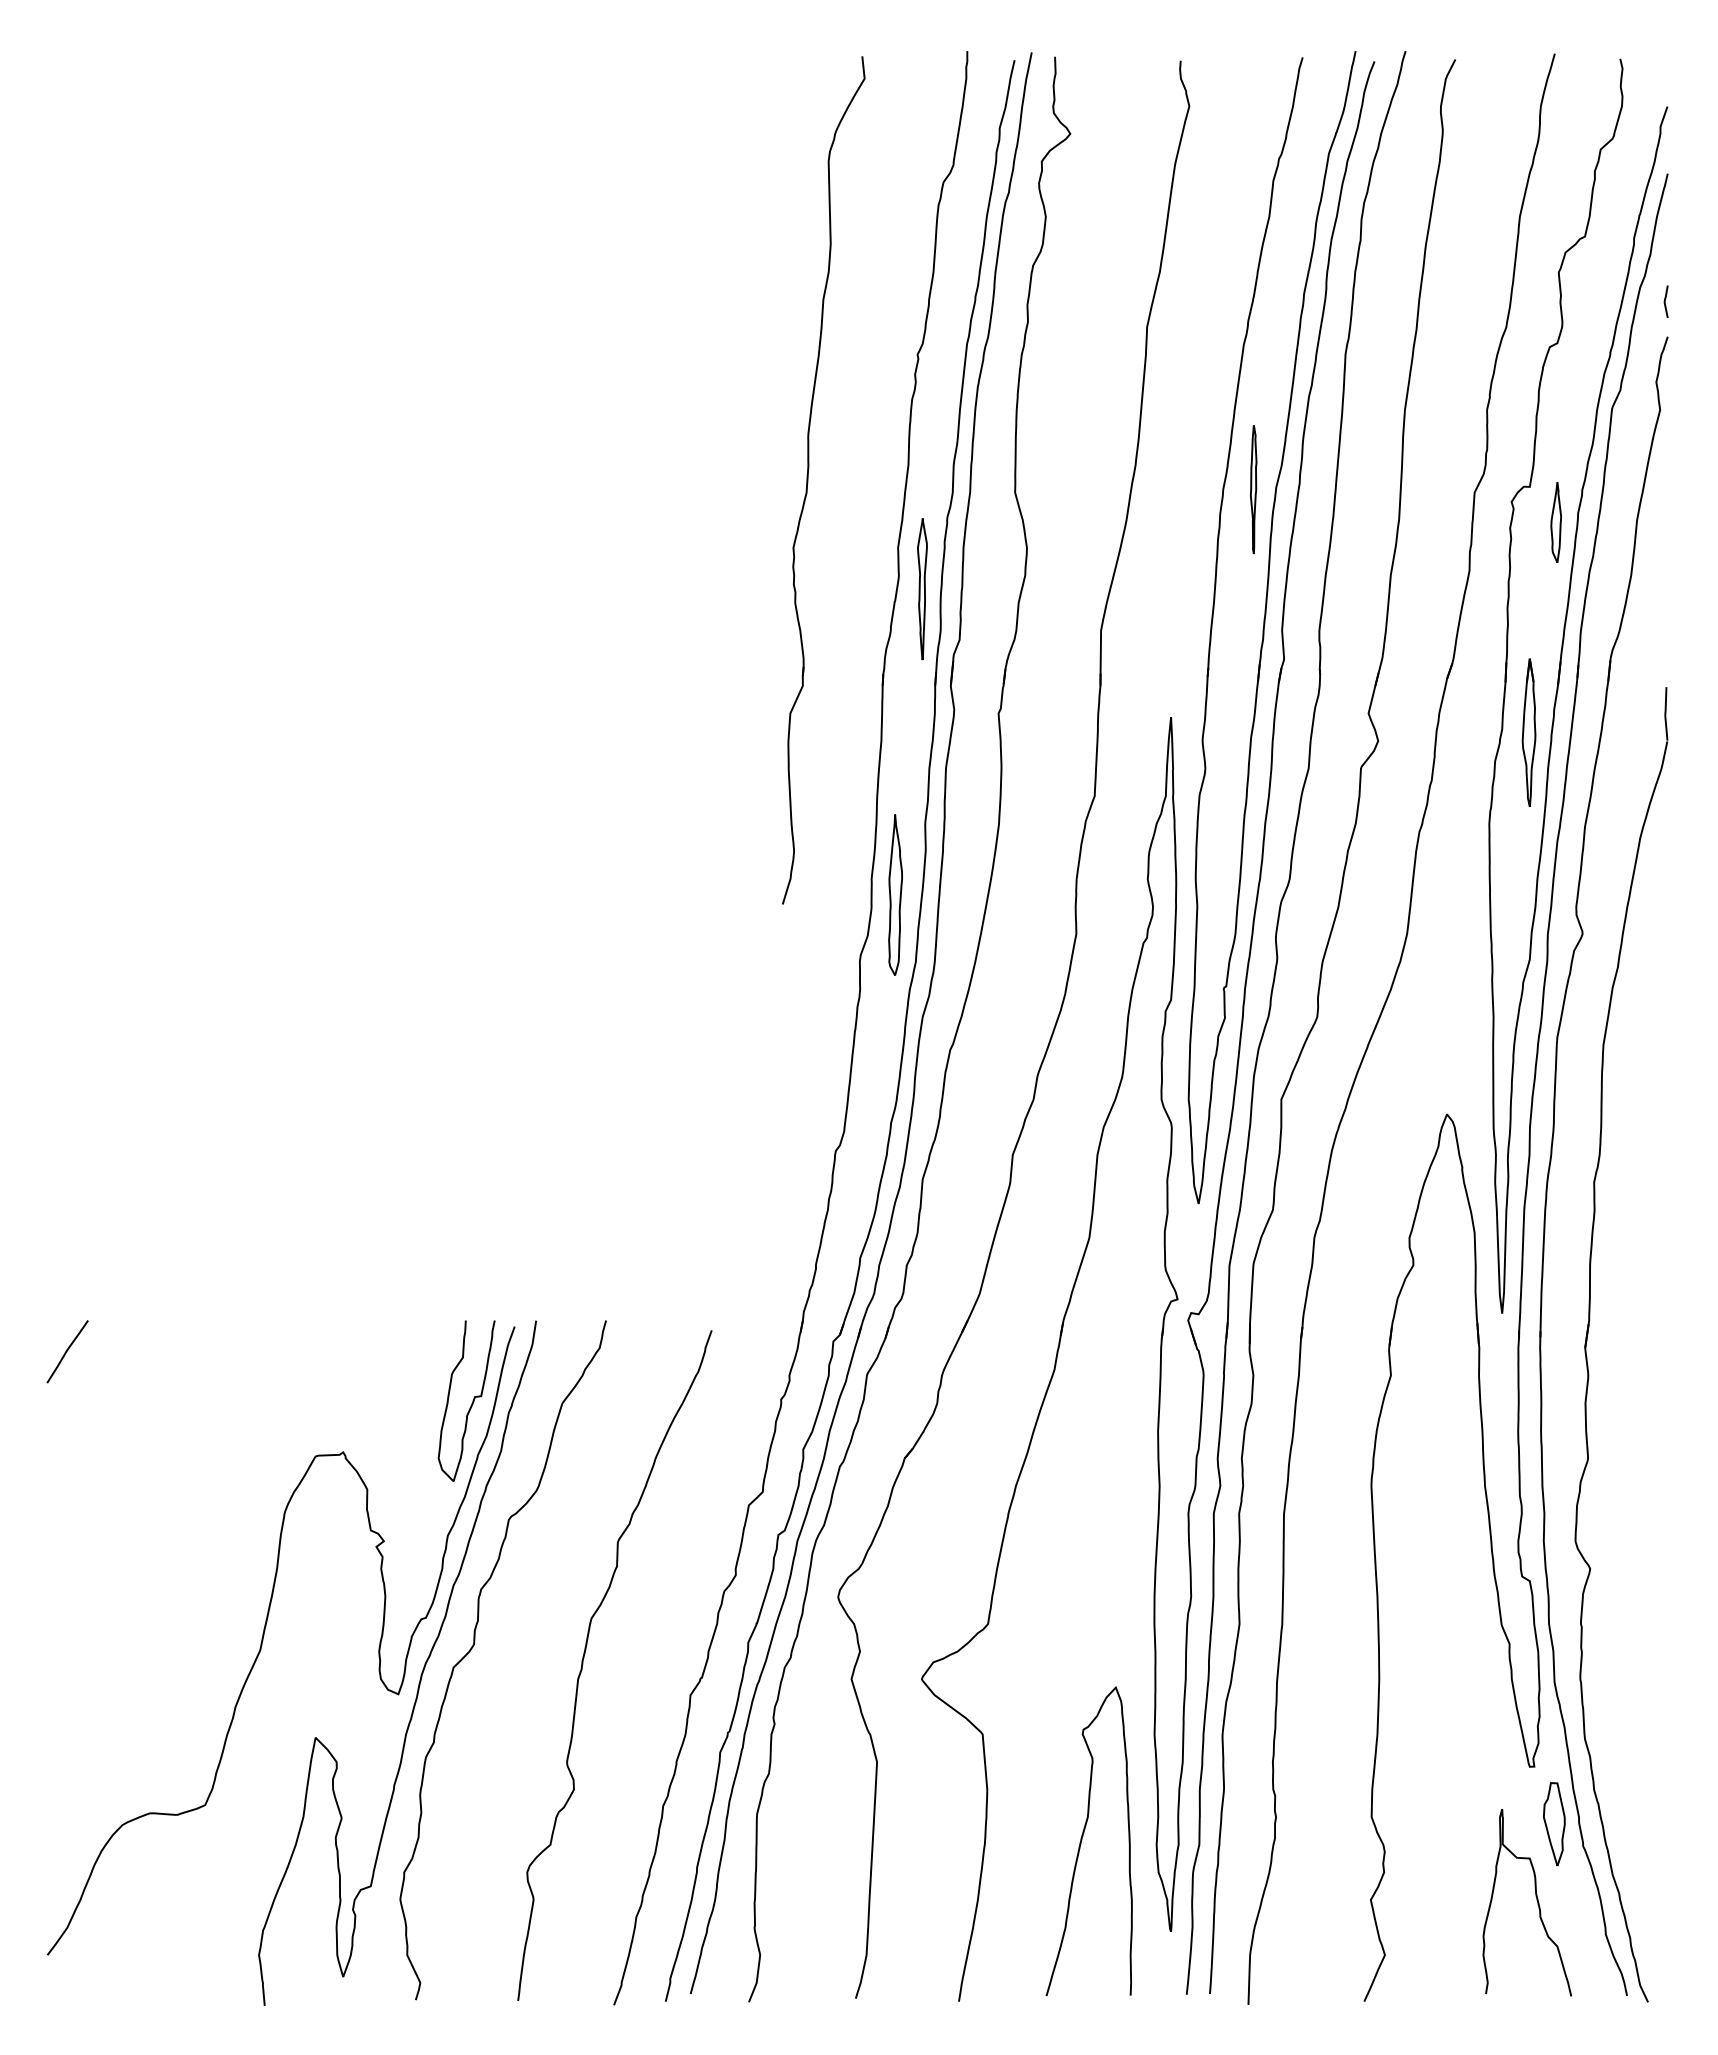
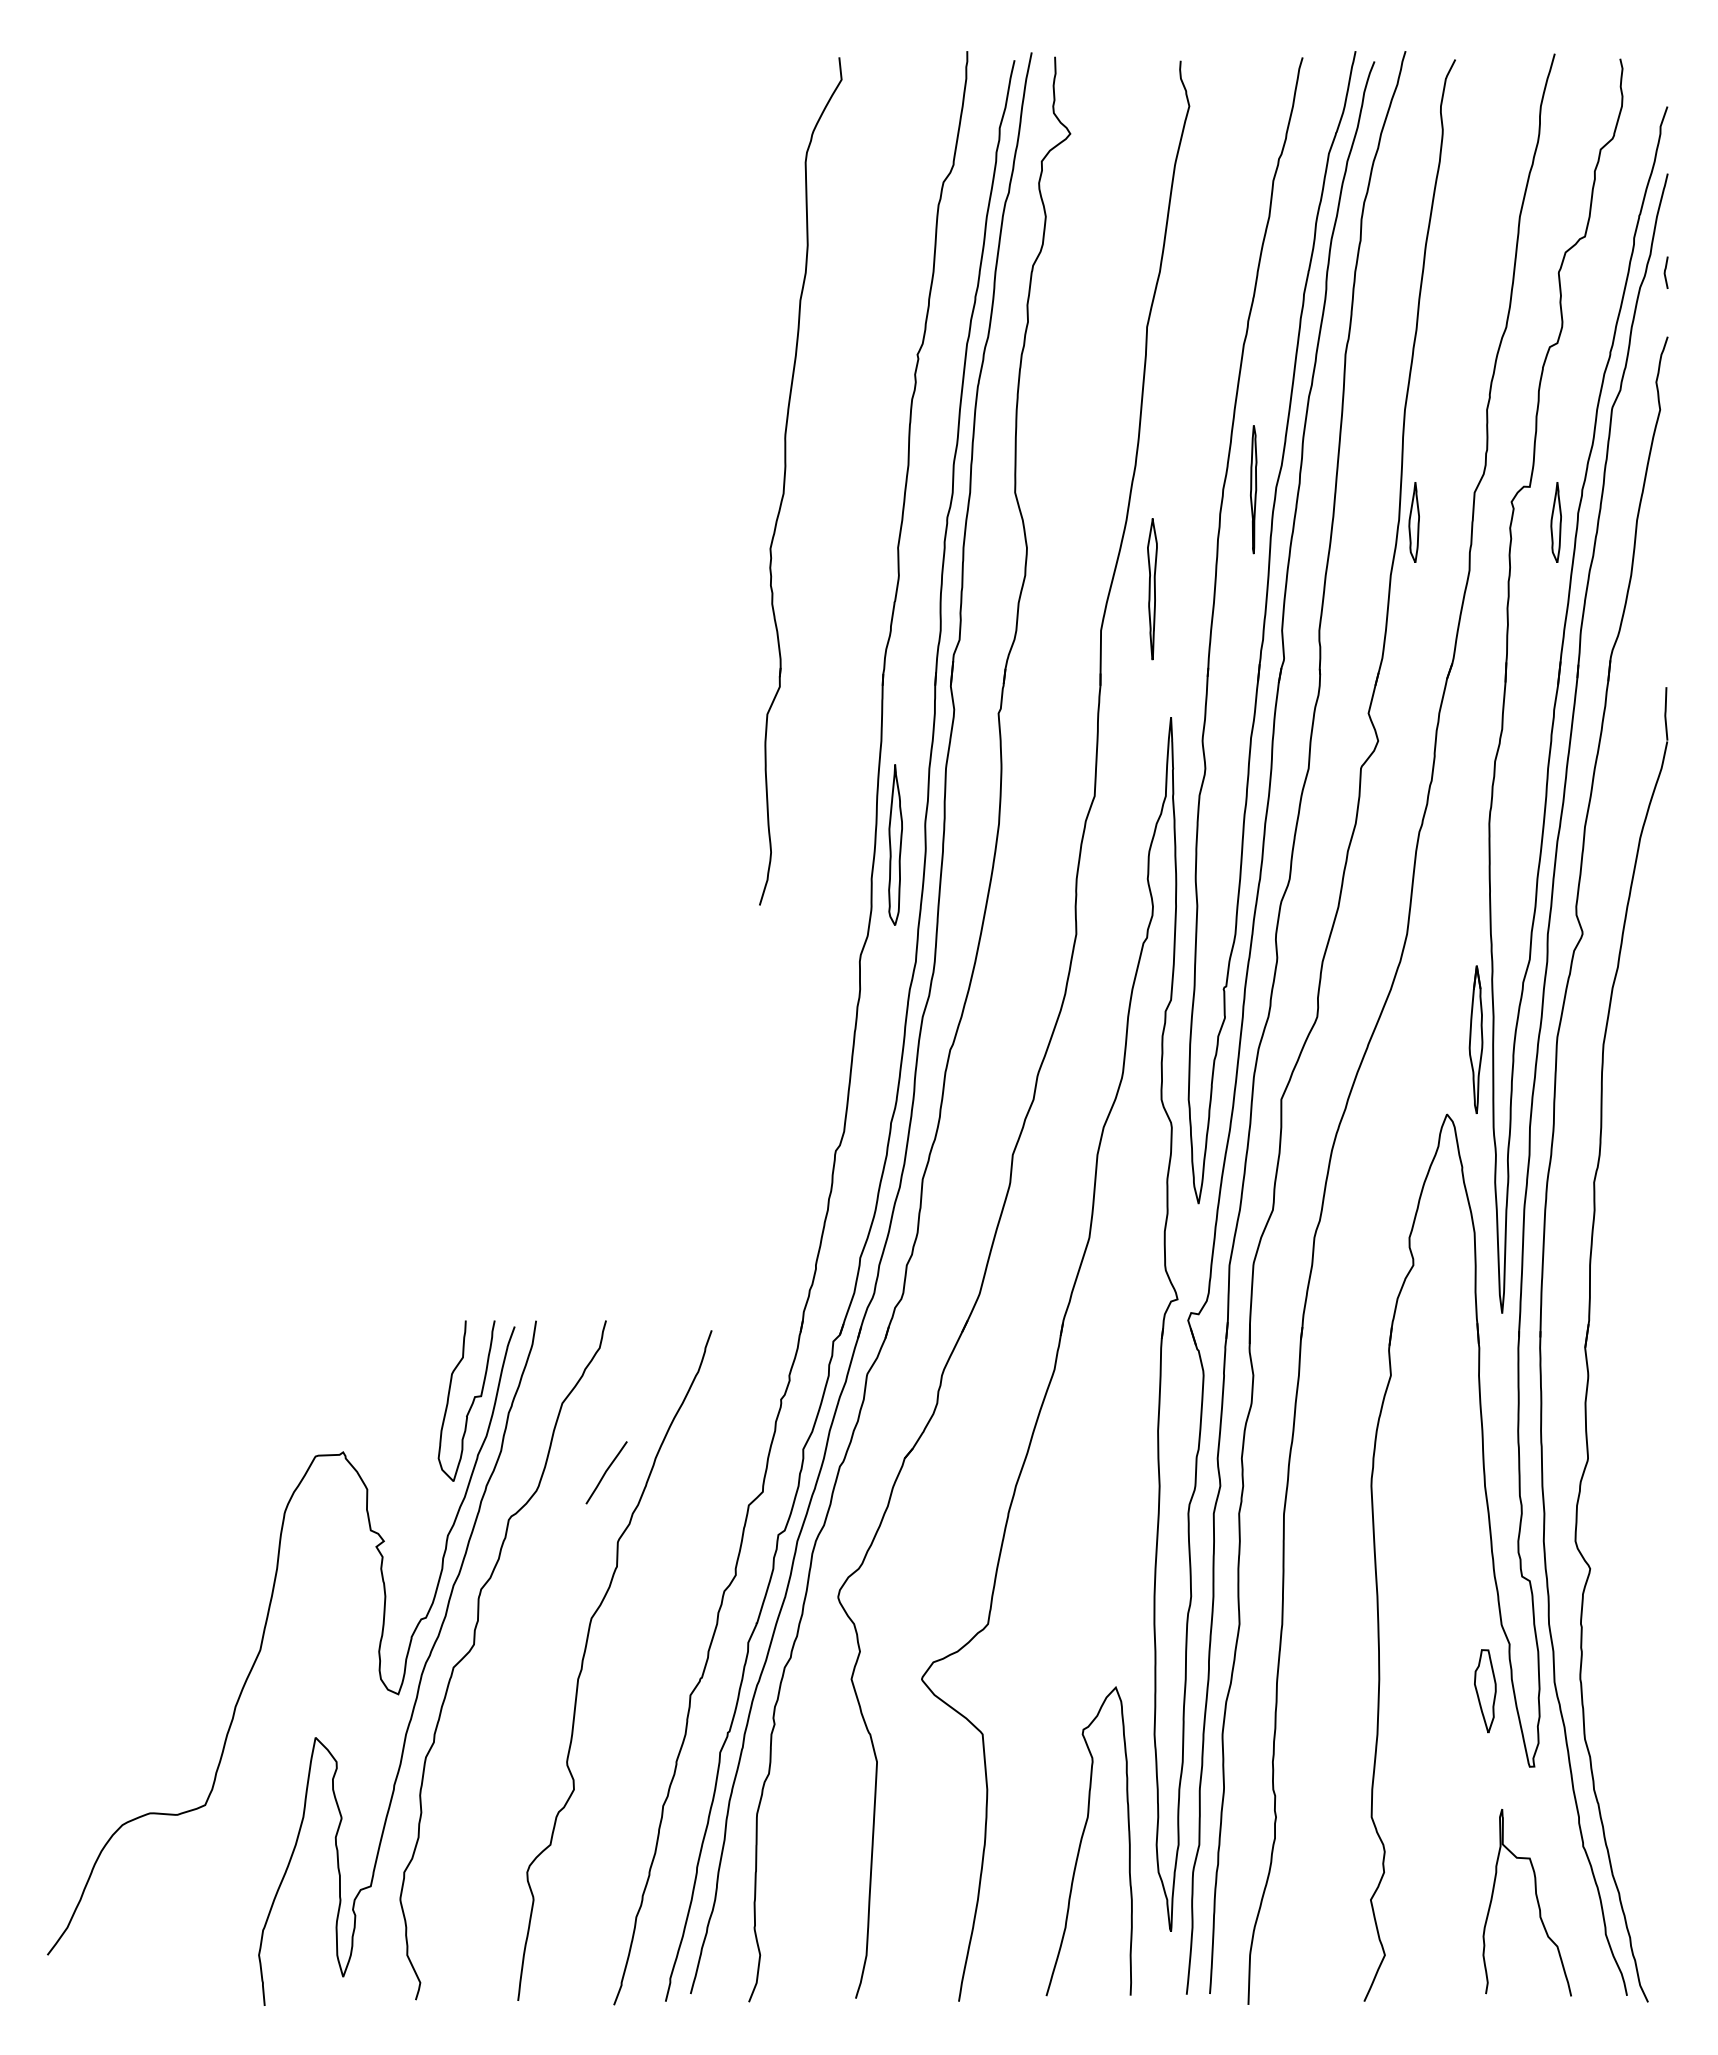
line at (1665, 301) position: (1665, 301) -> (1665, 272)
part at (808, 480) position: (808, 480) -> (785, 481)
part at (1413, 522): none -> present
part at (922, 589) position: (922, 589) -> (1152, 589)
part at (1528, 732) position: (1528, 732) -> (1475, 1039)
part at (895, 894) position: (895, 894) -> (895, 844)
curve at (67, 1351) position: (67, 1351) -> (606, 1472)
part at (1554, 1824) position: (1554, 1824) -> (1485, 1691)
